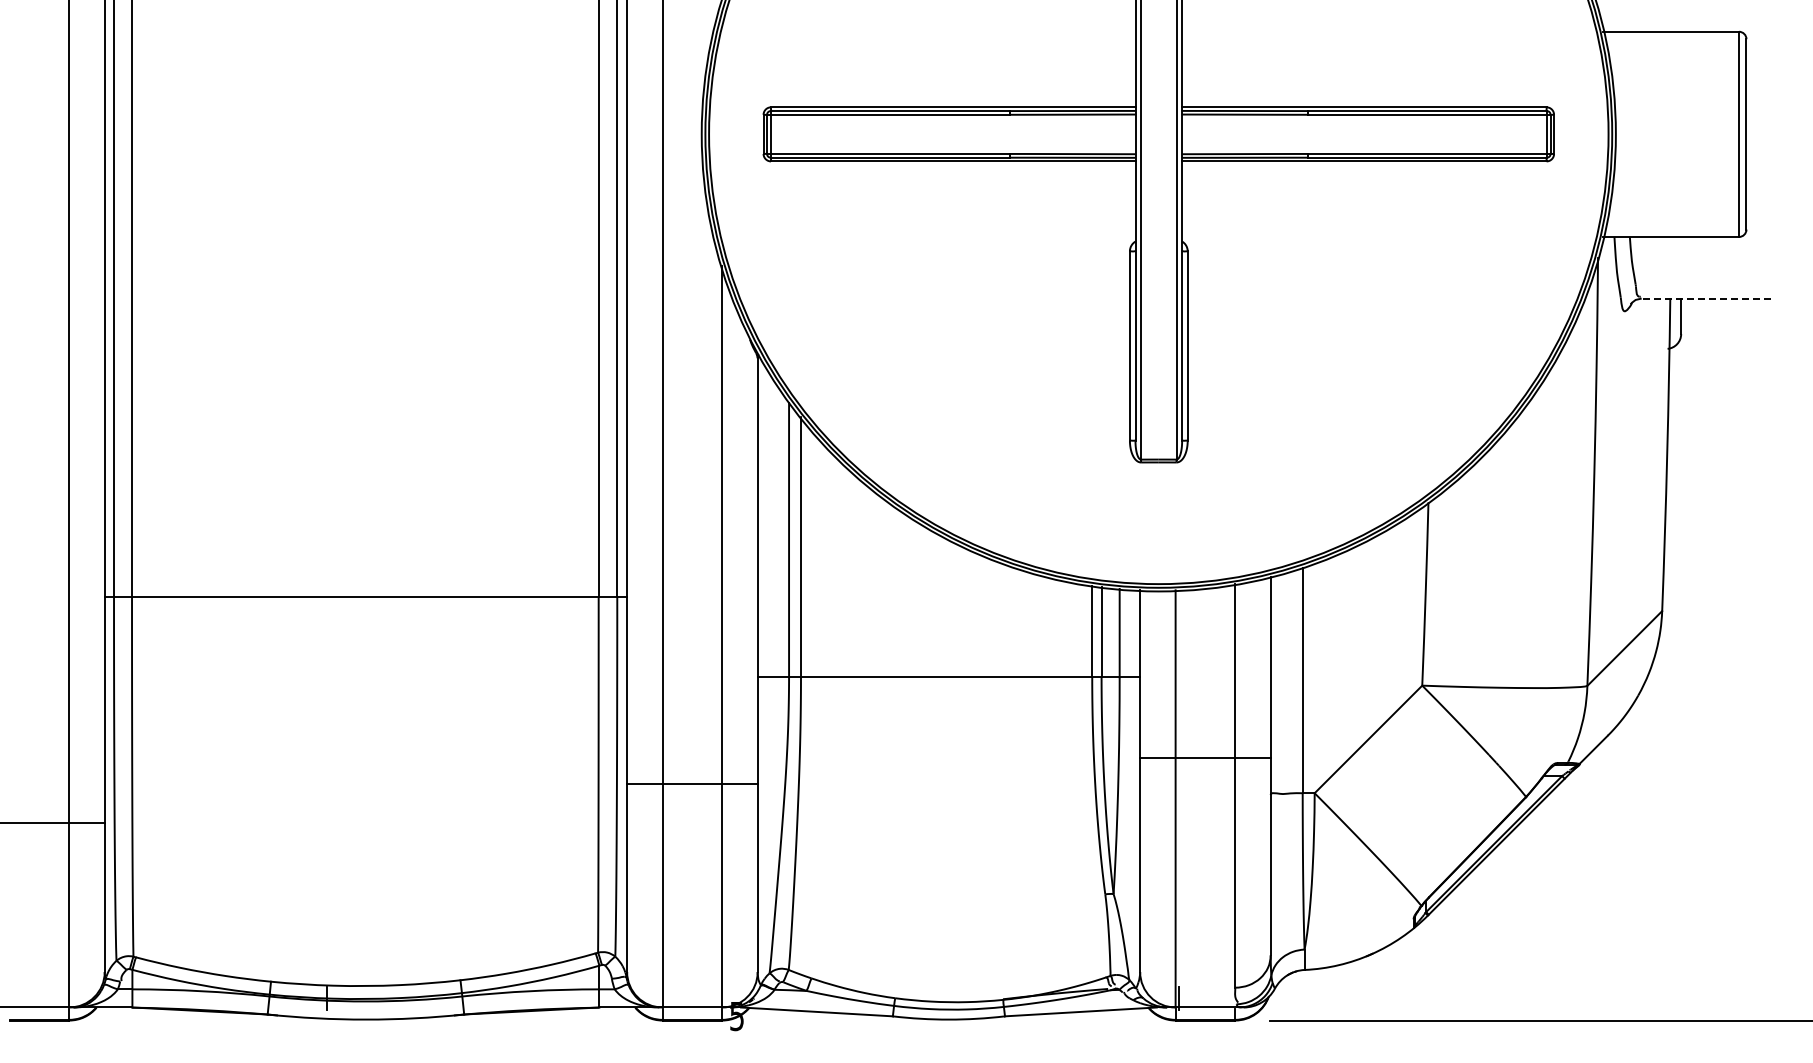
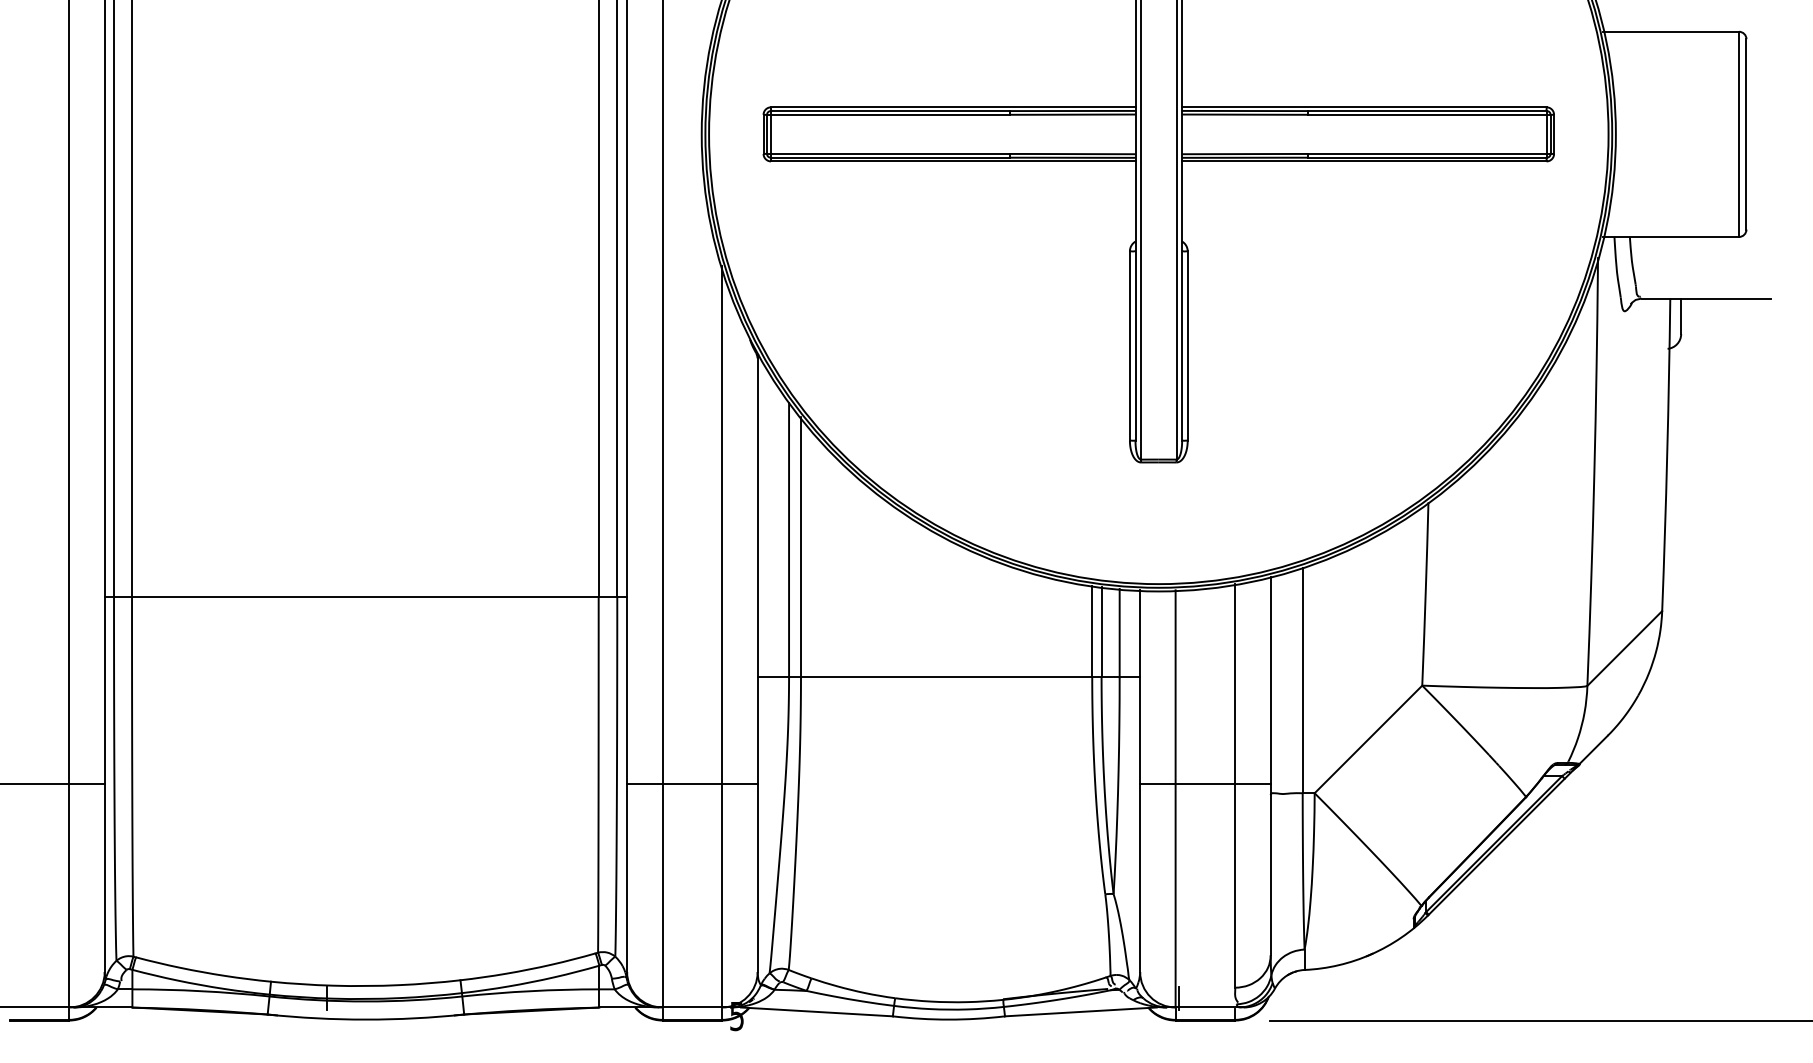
line at (1706, 298): dashed -> solid
line at (1205, 757) position: (1205, 757) -> (1205, 783)
line at (53, 822) position: (53, 822) -> (53, 783)
